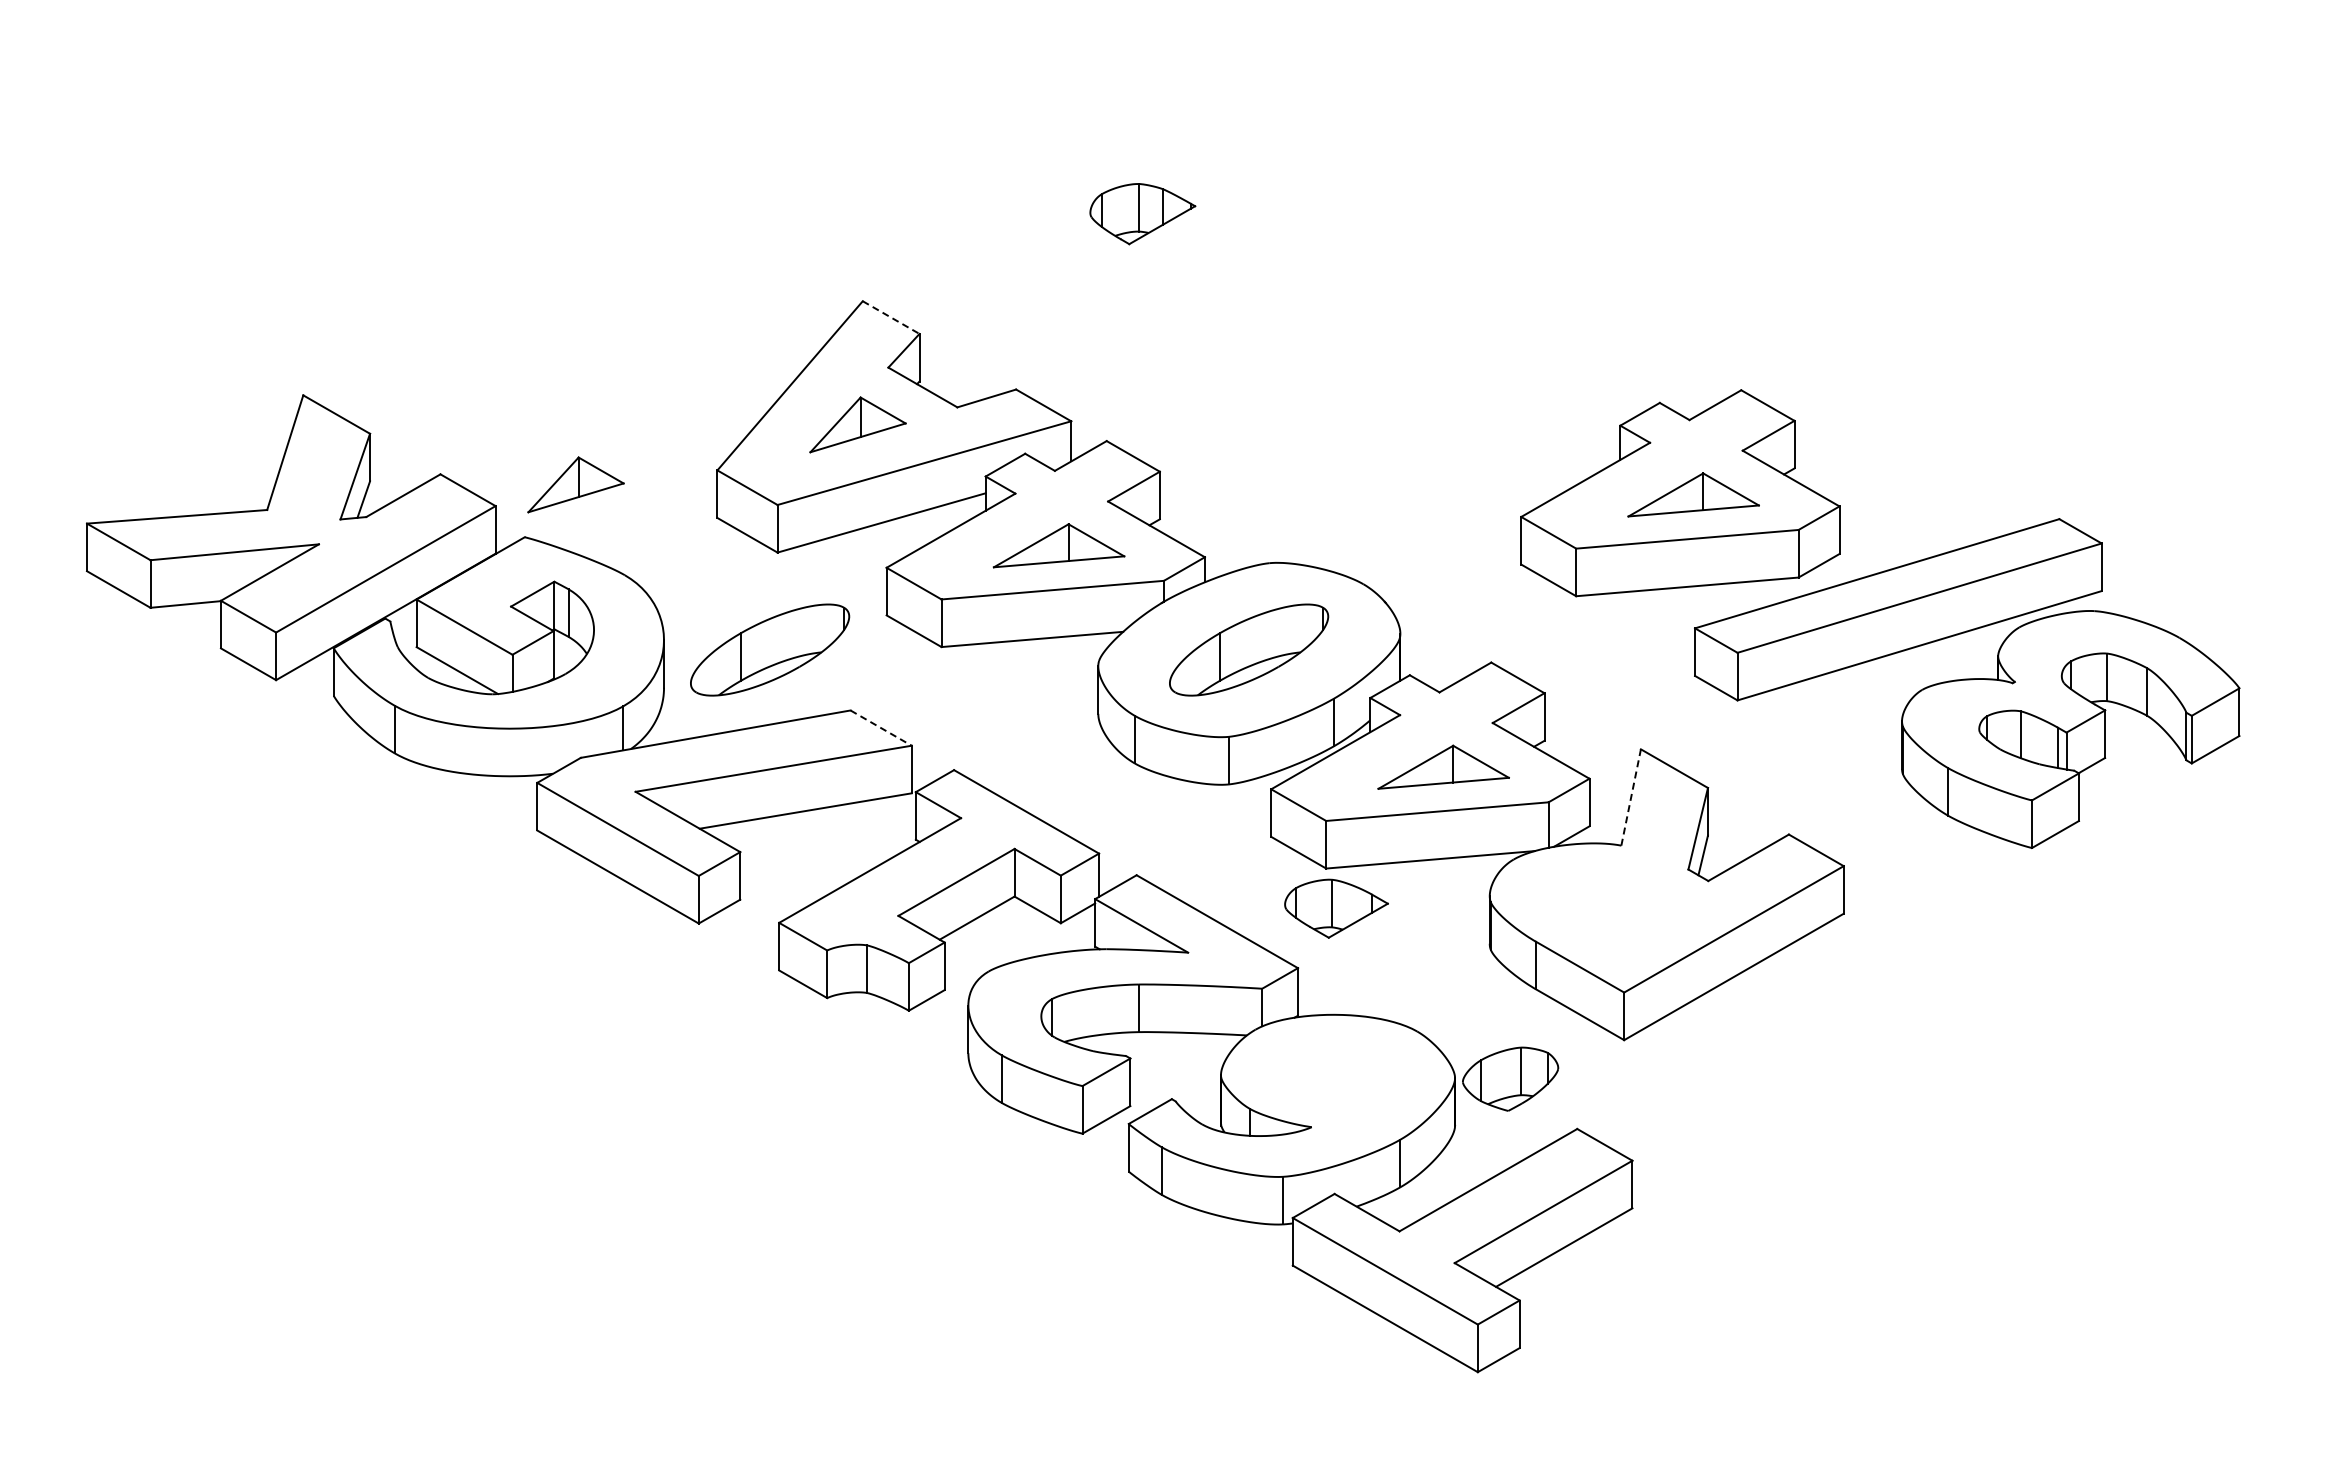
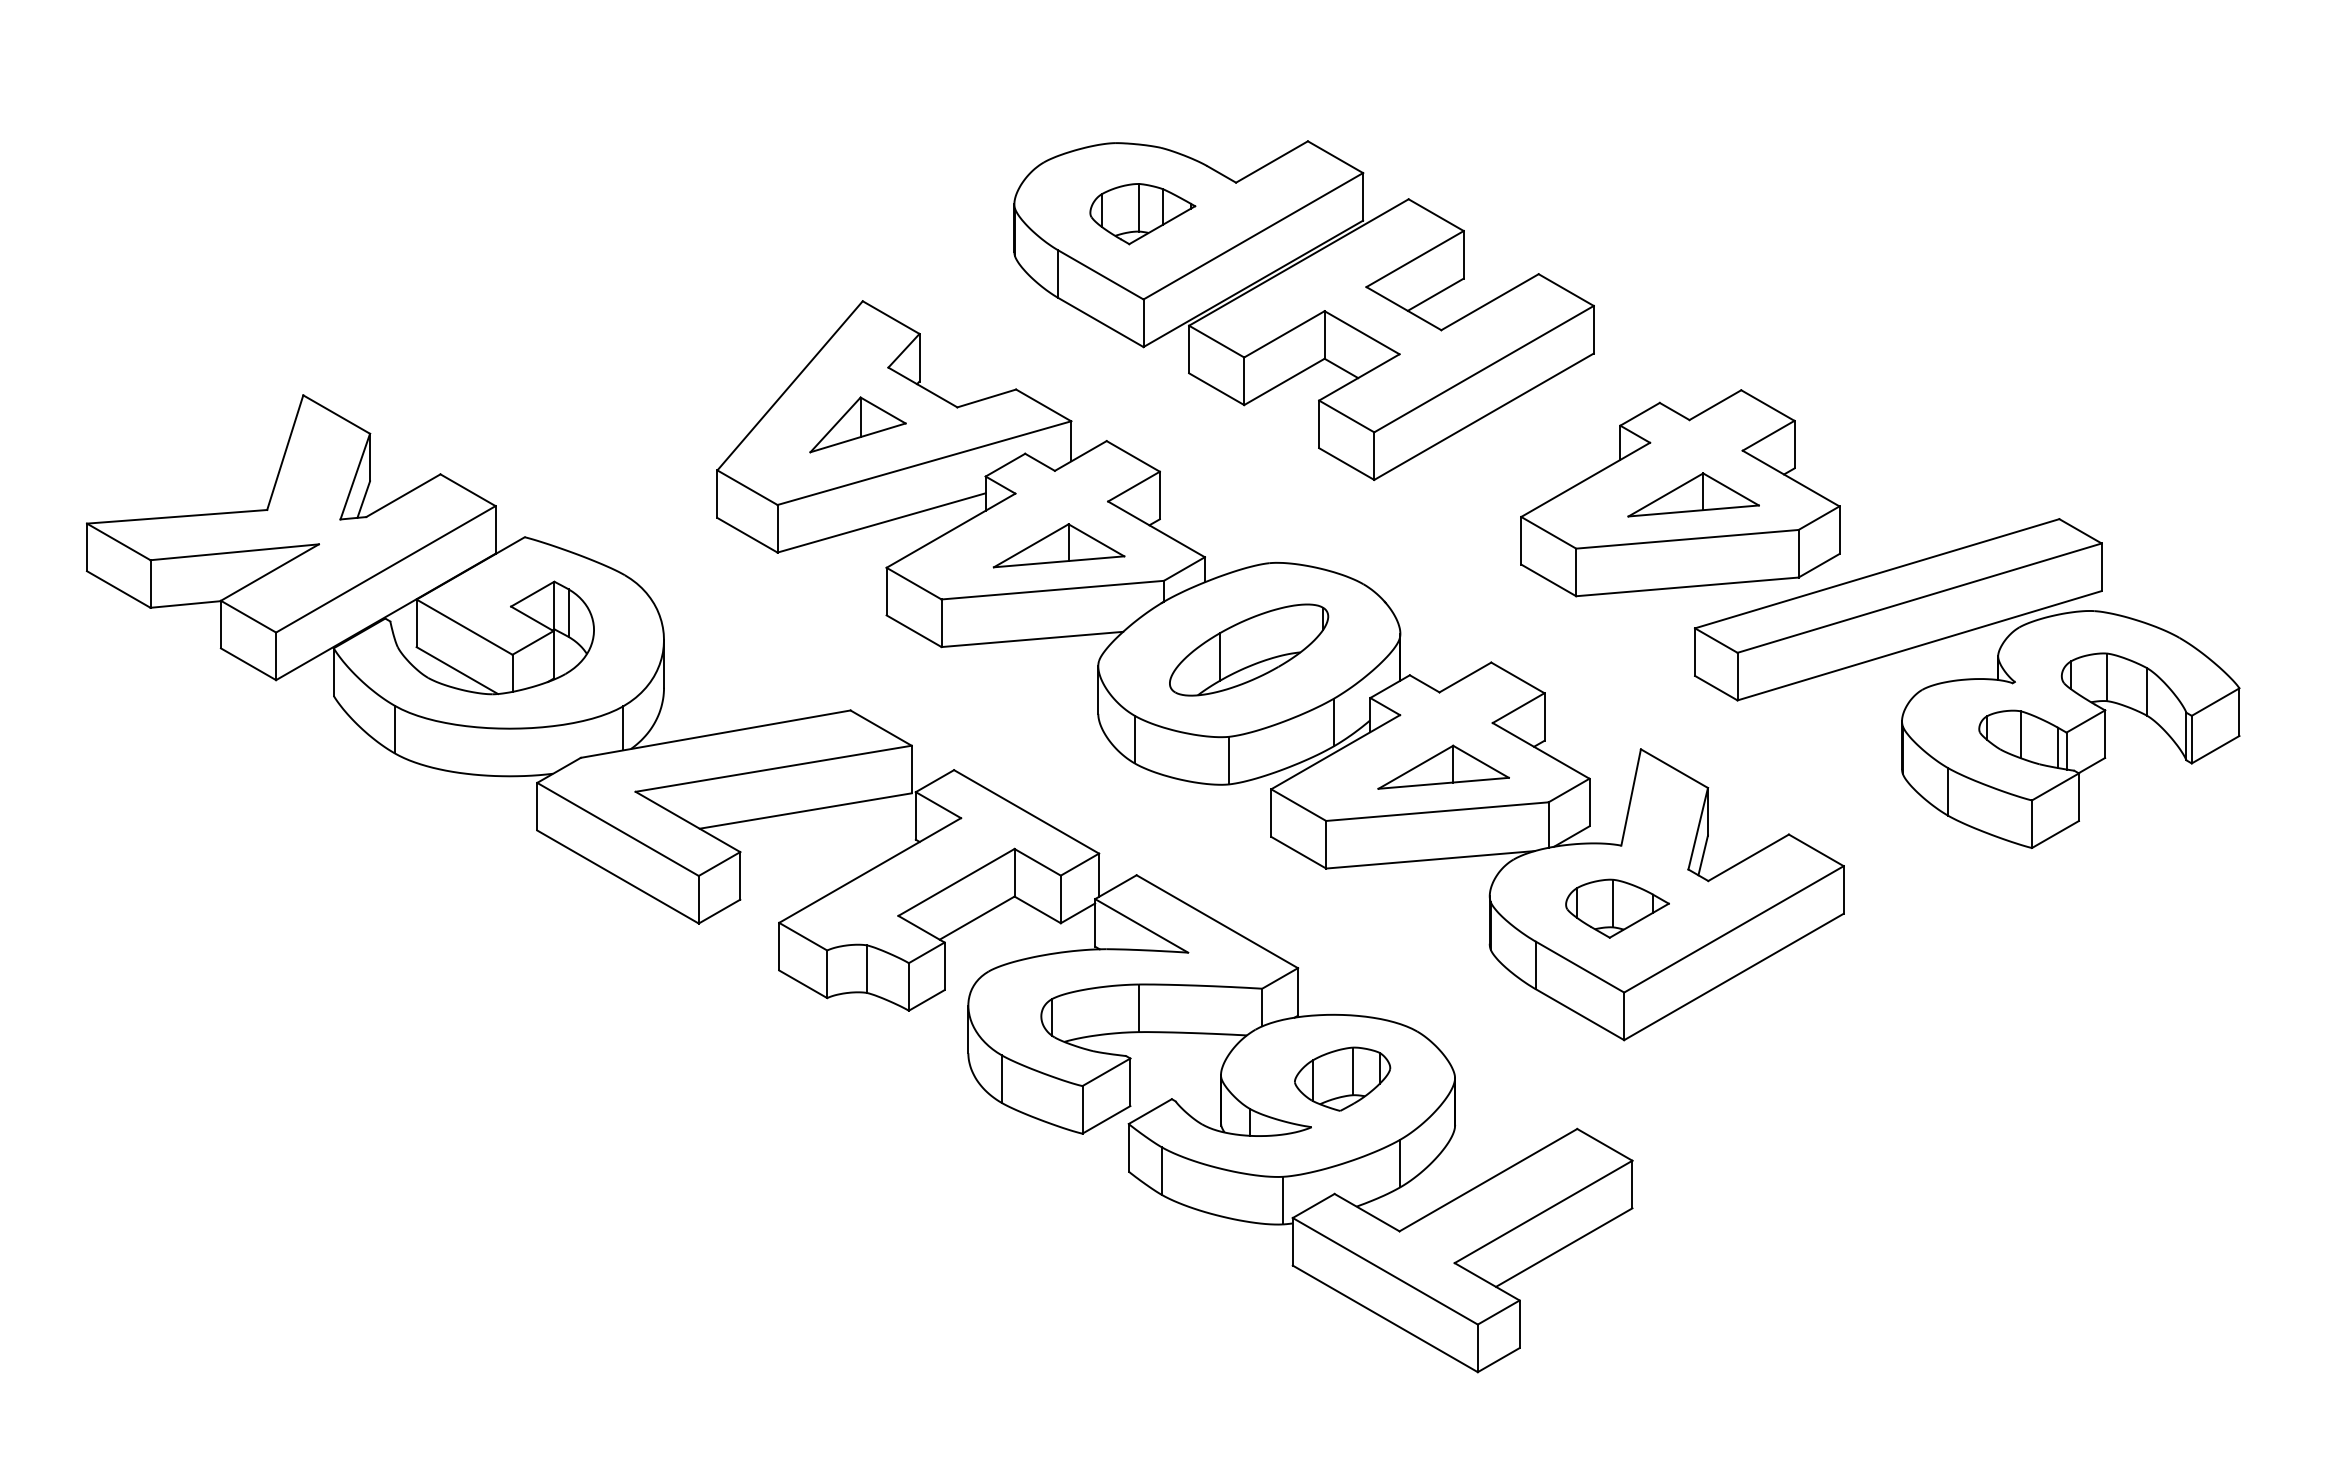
part at (1303, 310): none -> present
line at (891, 317): dashed -> solid
part at (575, 484): present -> none
part at (770, 649): present -> none
line at (881, 728): dashed -> solid
line at (1631, 797): dashed -> solid
part at (1336, 908) position: (1336, 908) -> (1617, 908)
part at (1510, 1078) position: (1510, 1078) -> (1342, 1078)
